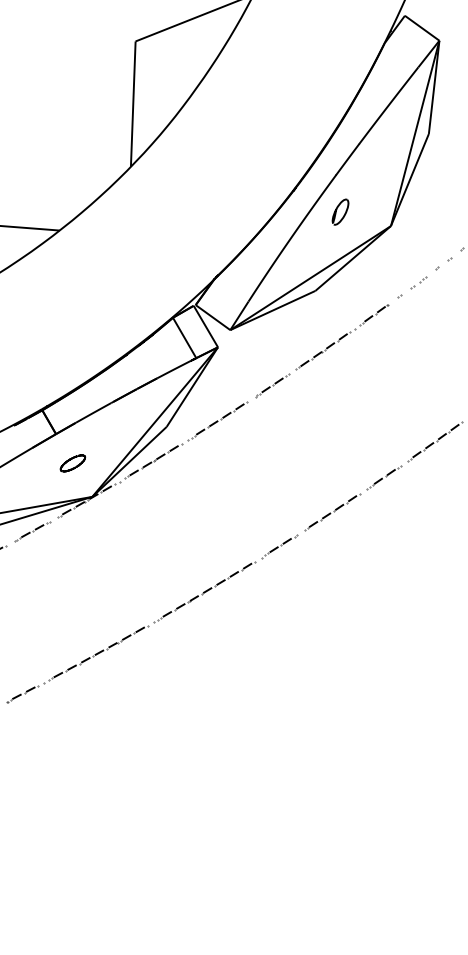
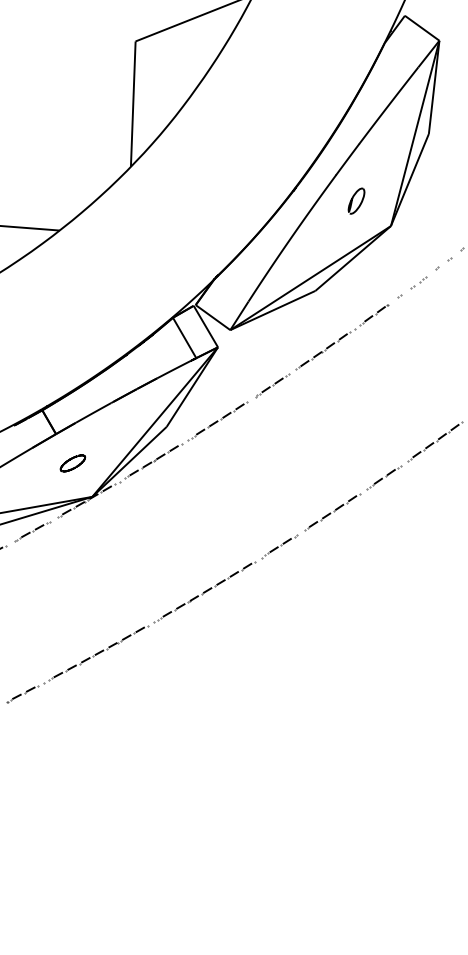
part at (340, 211) position: (340, 211) -> (356, 200)
